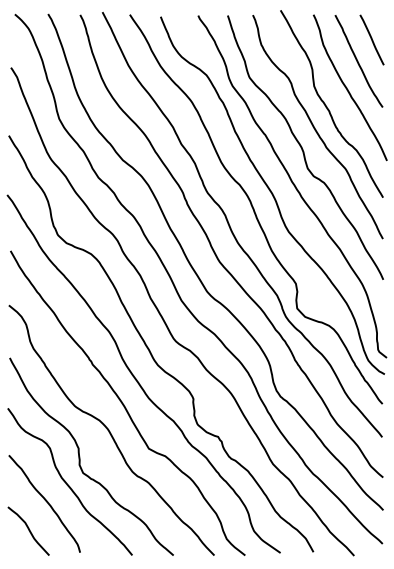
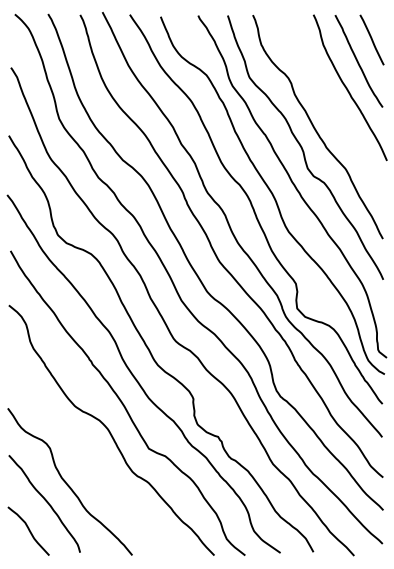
curve at (327, 106): present -> none
curve at (80, 456): present -> none
